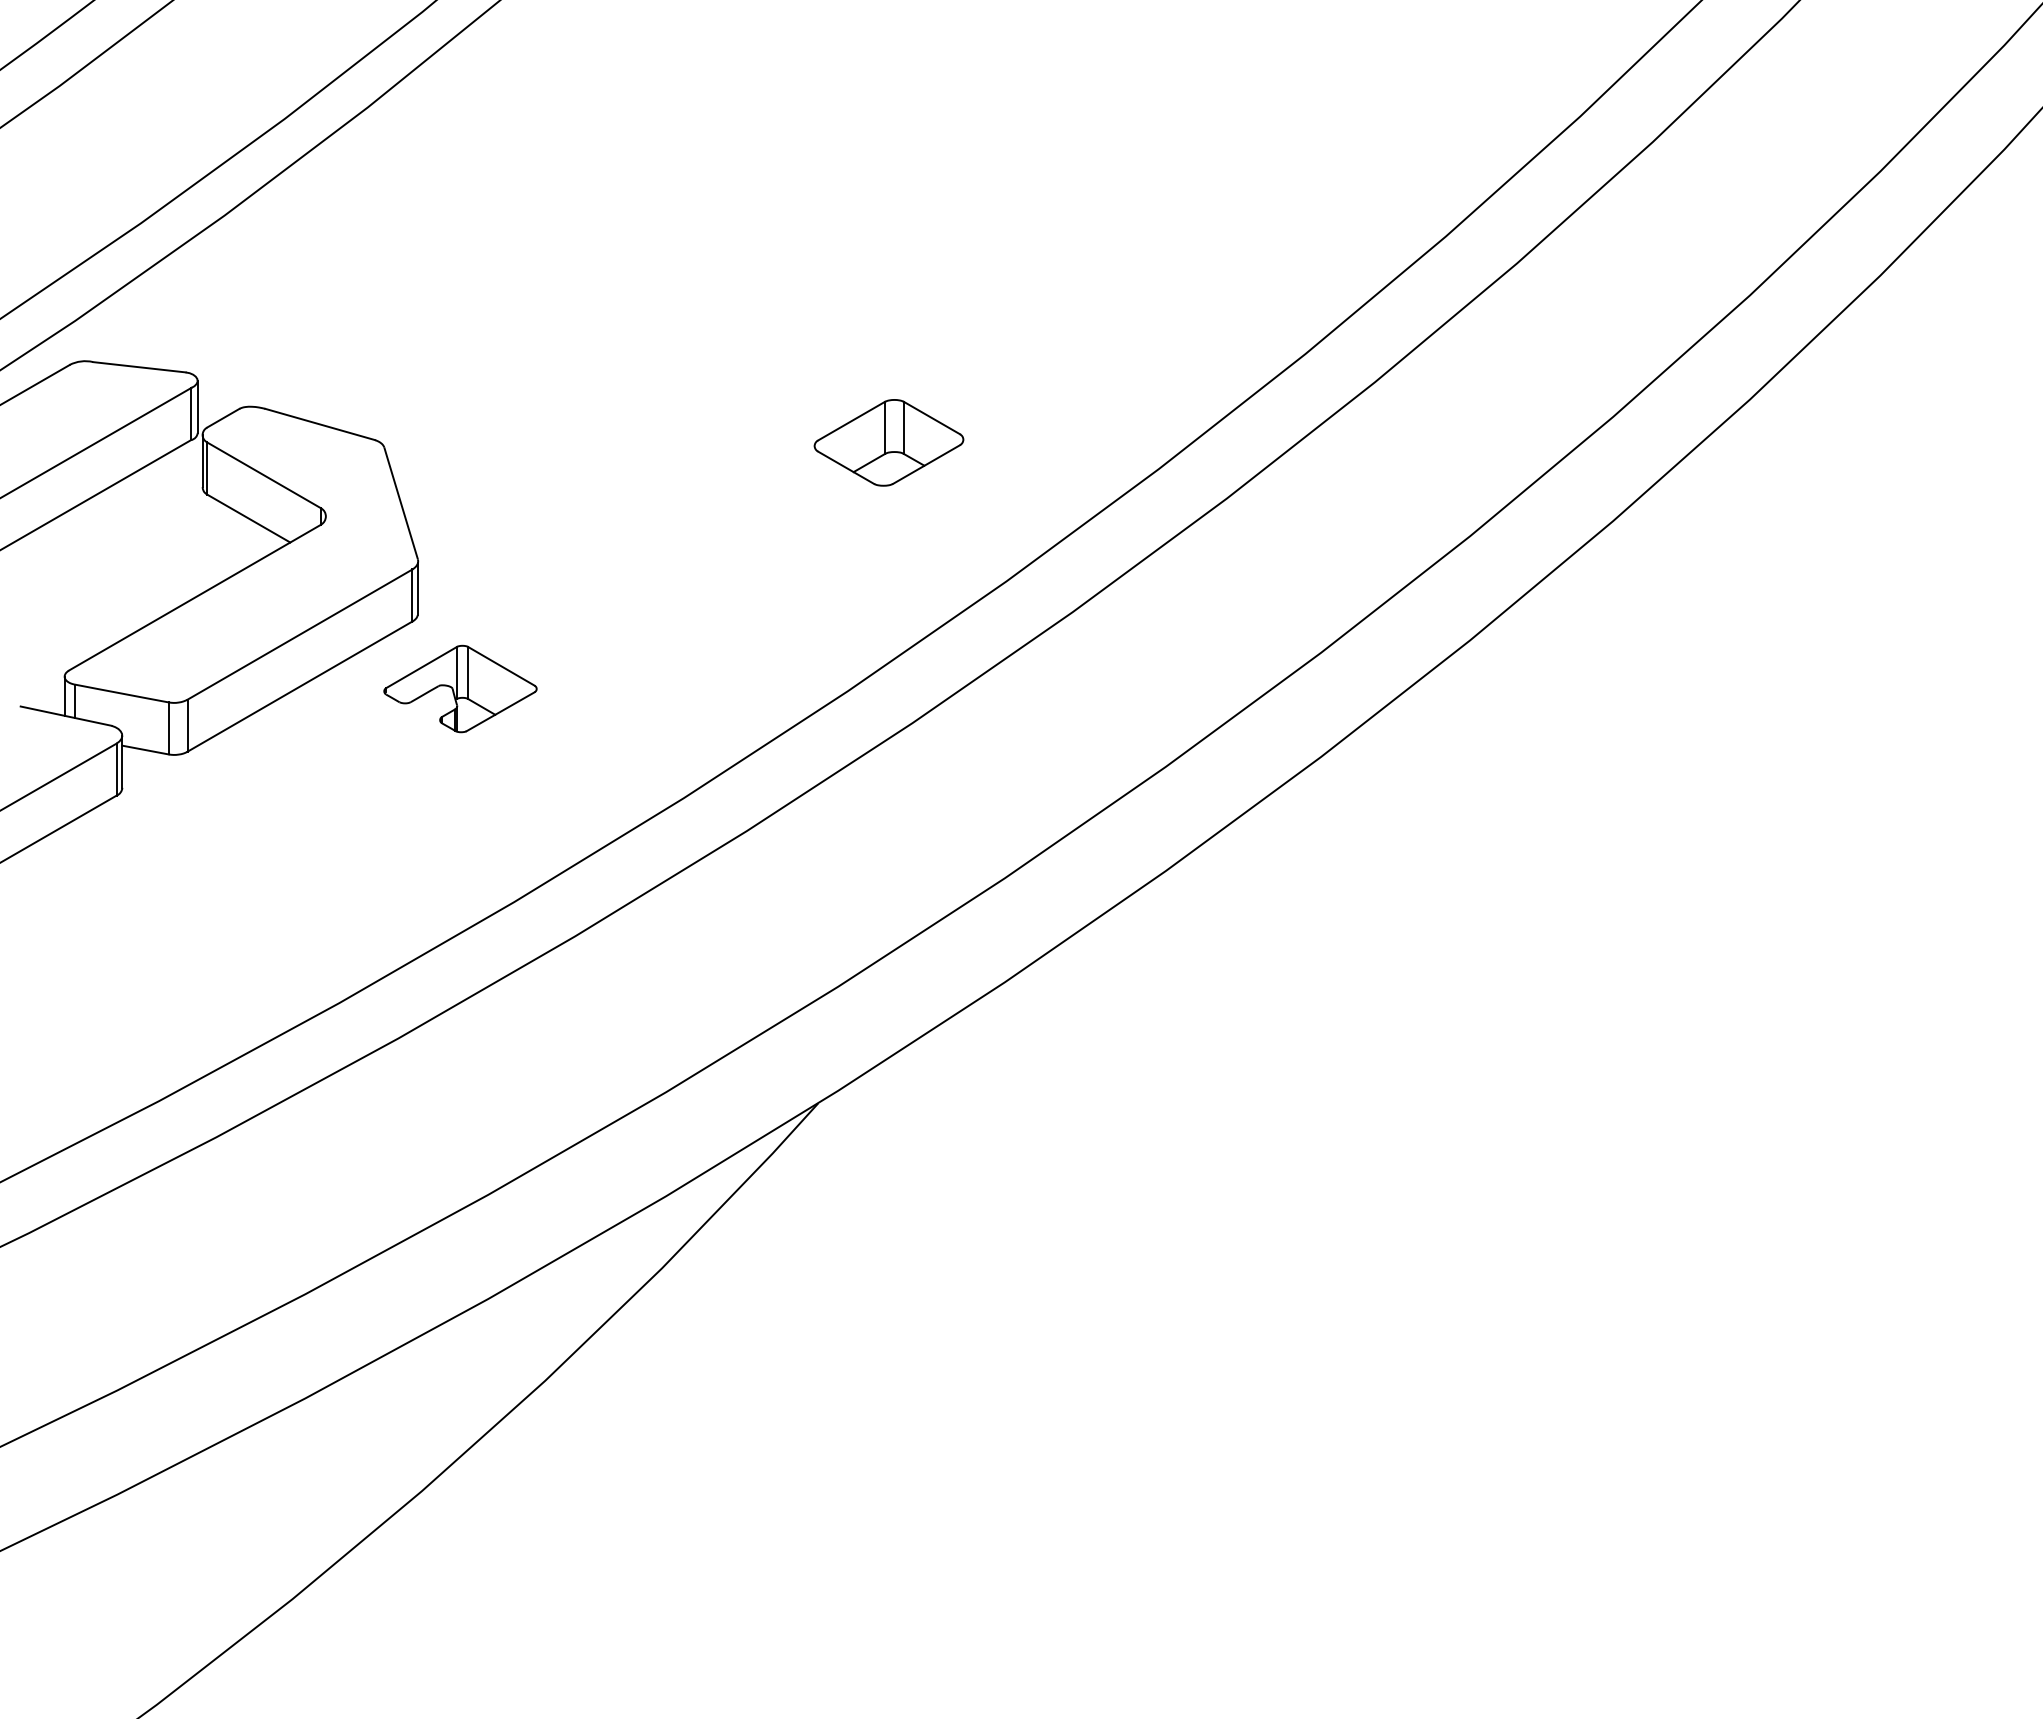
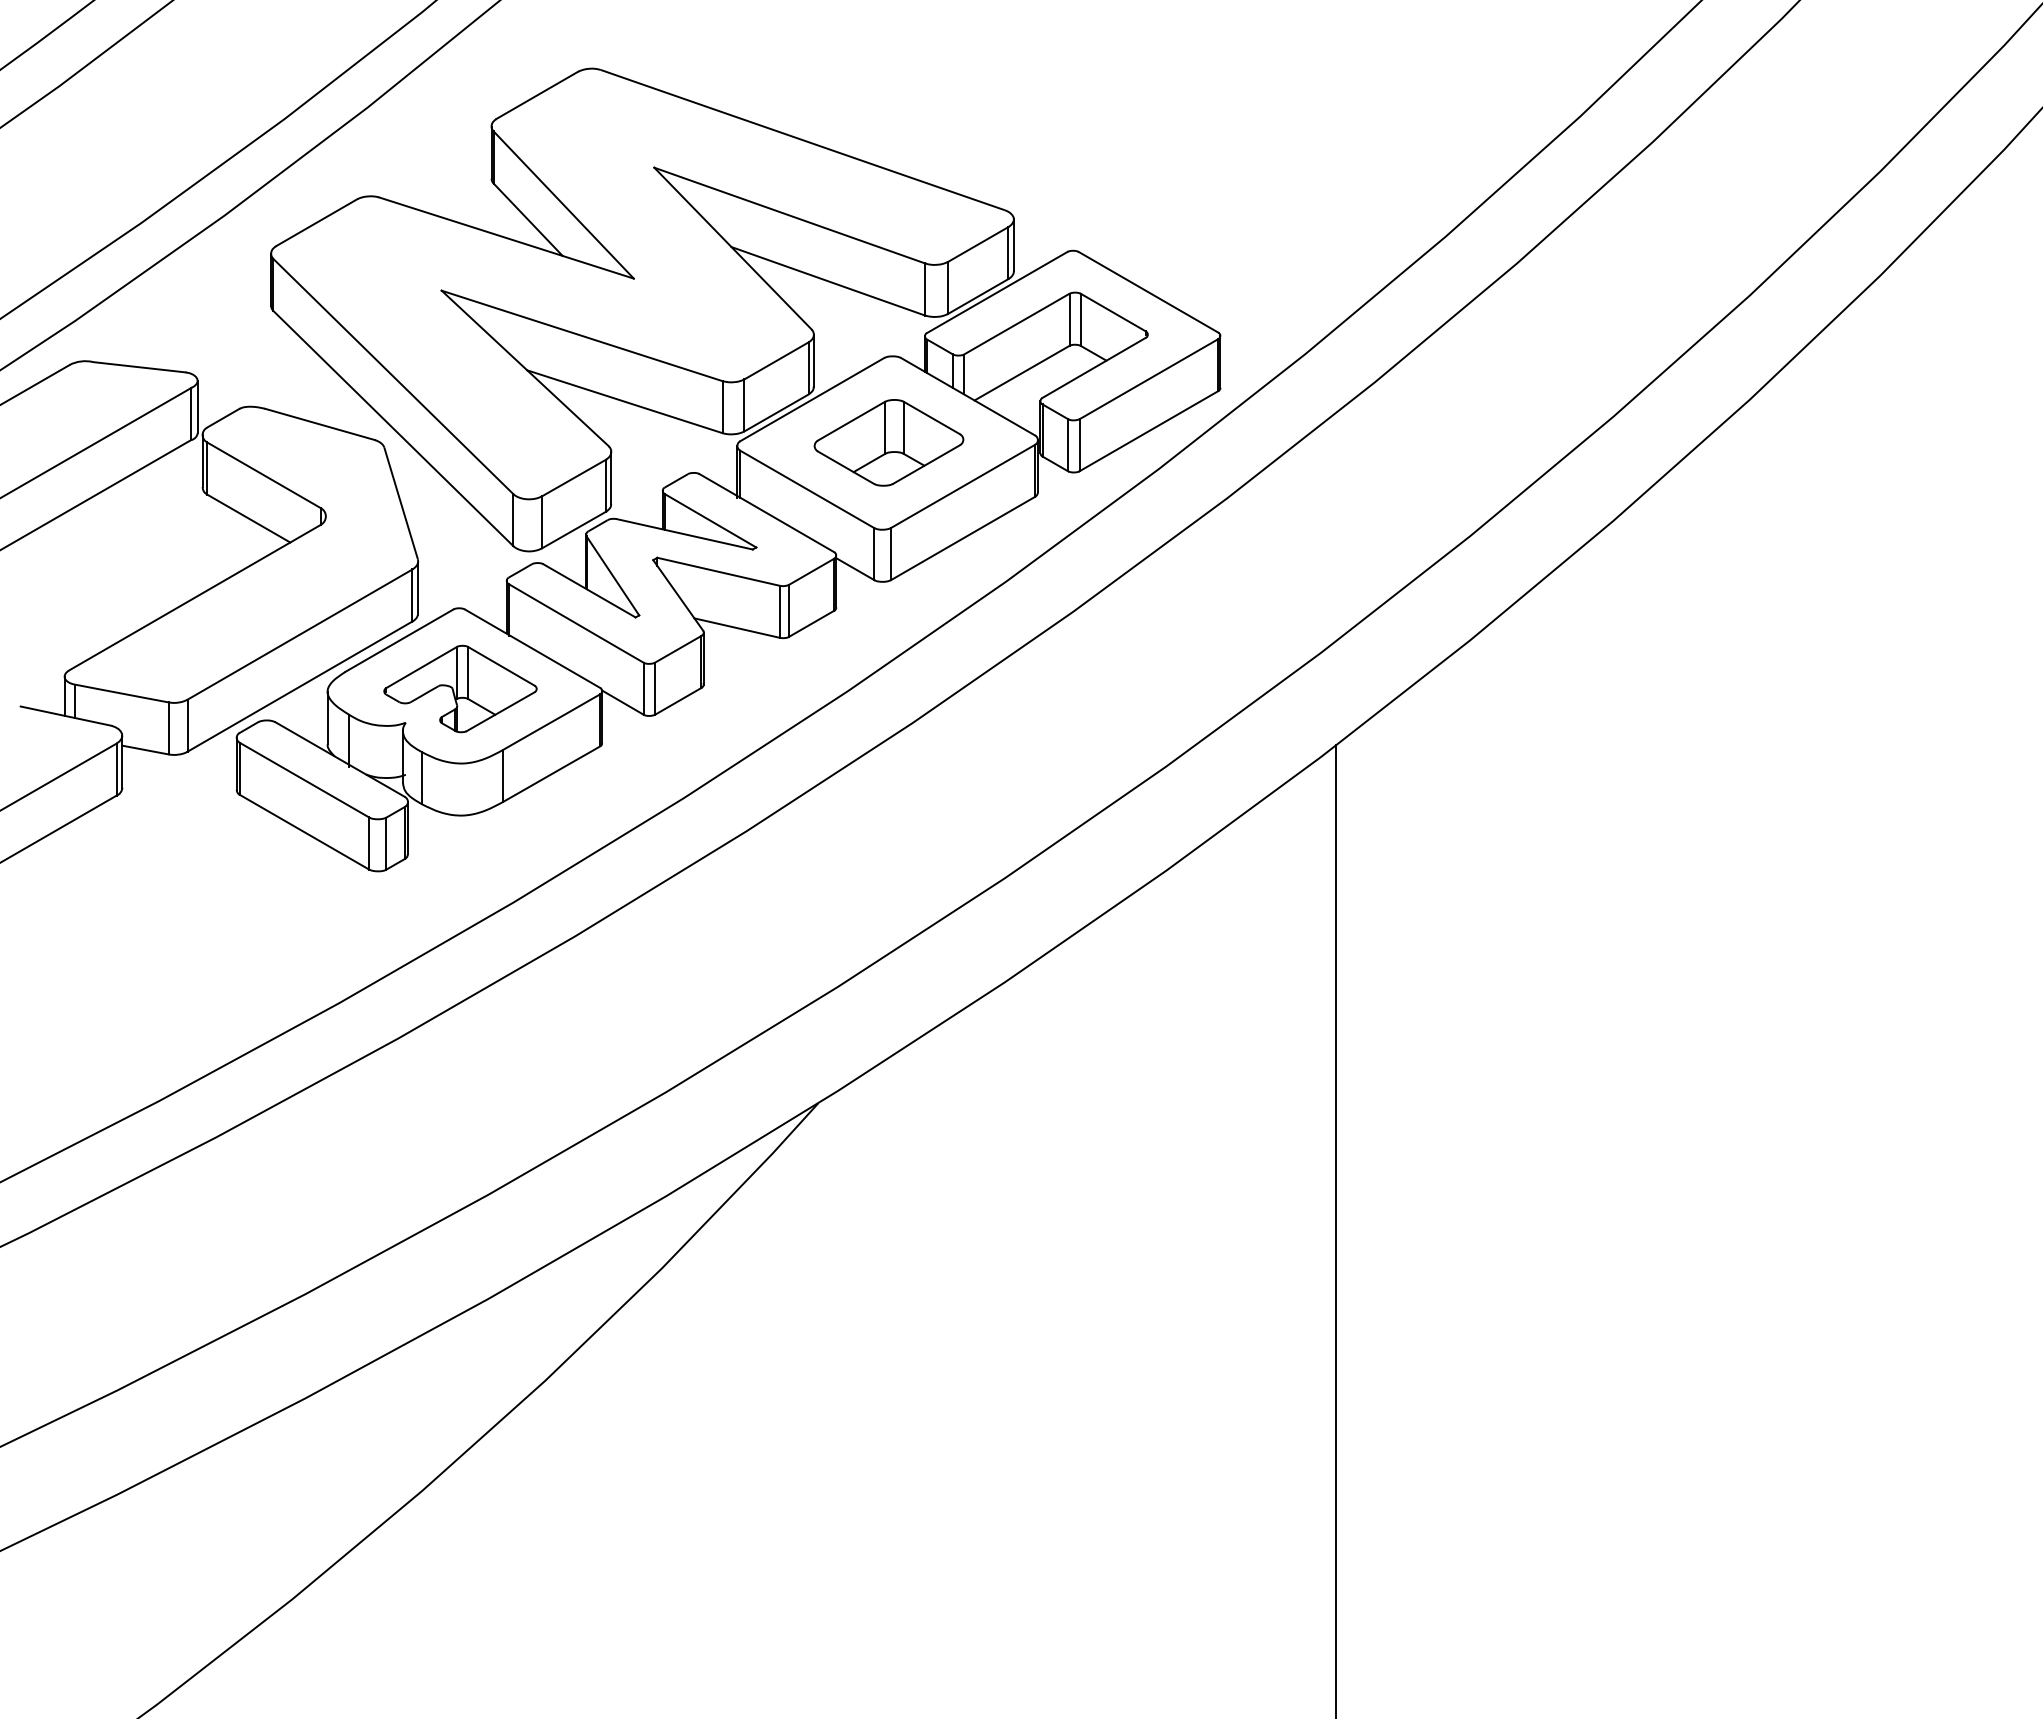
part at (736, 469): none -> present
line at (1336, 1230): none -> present
